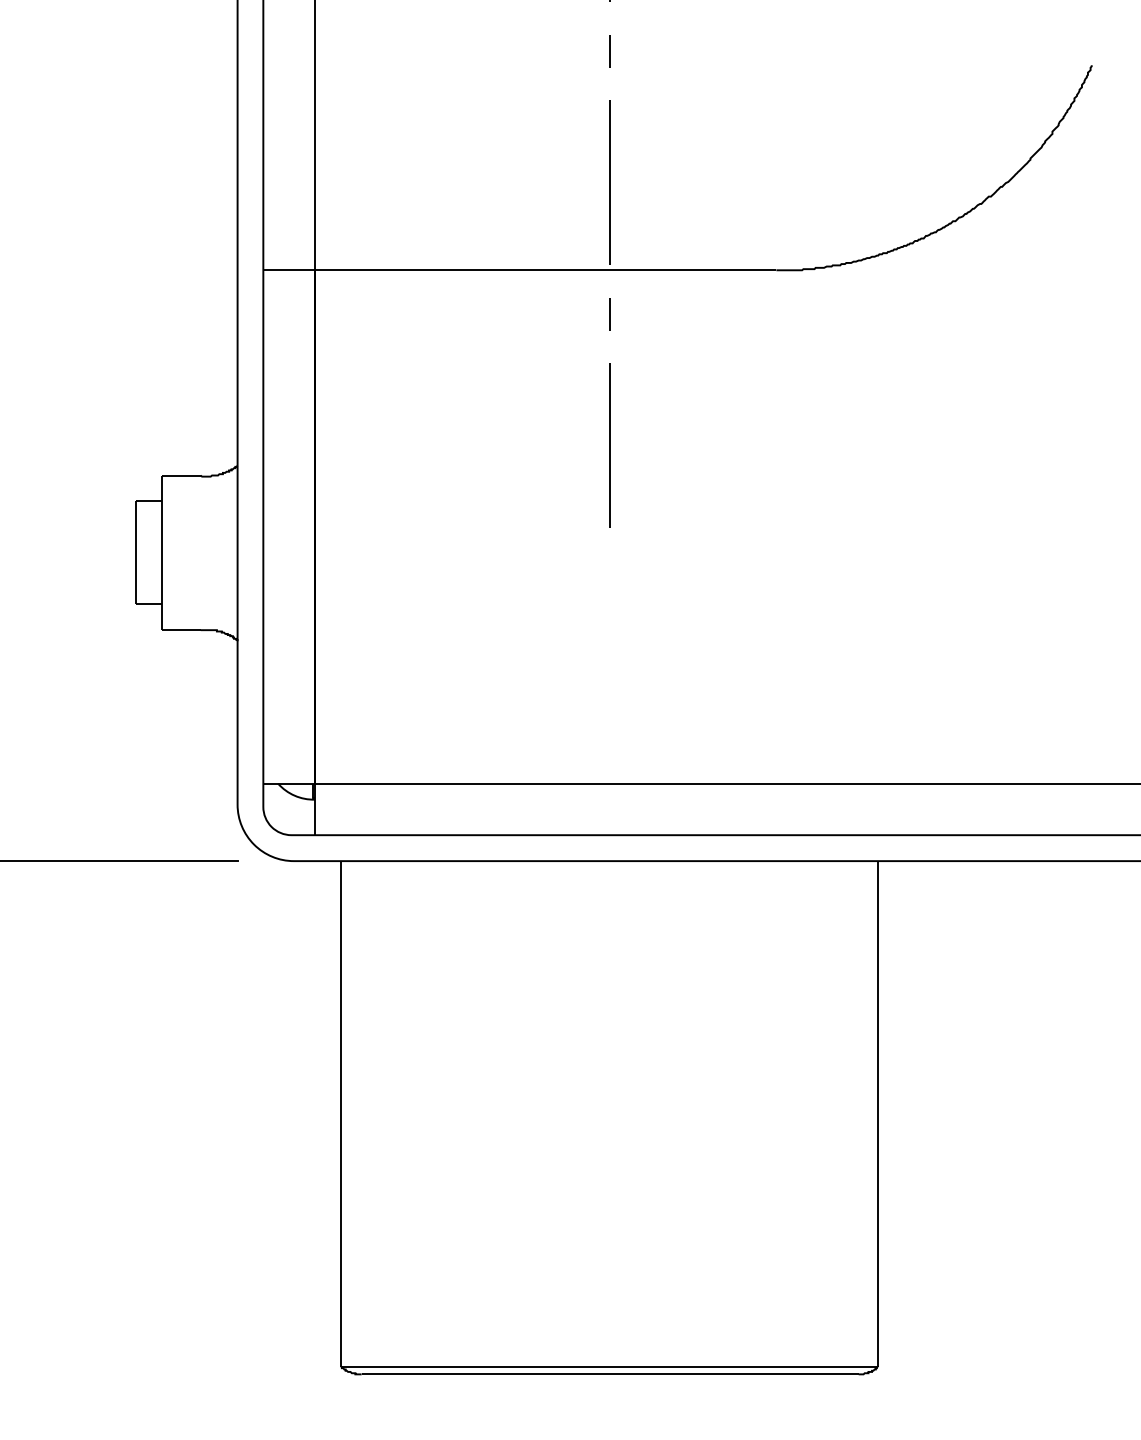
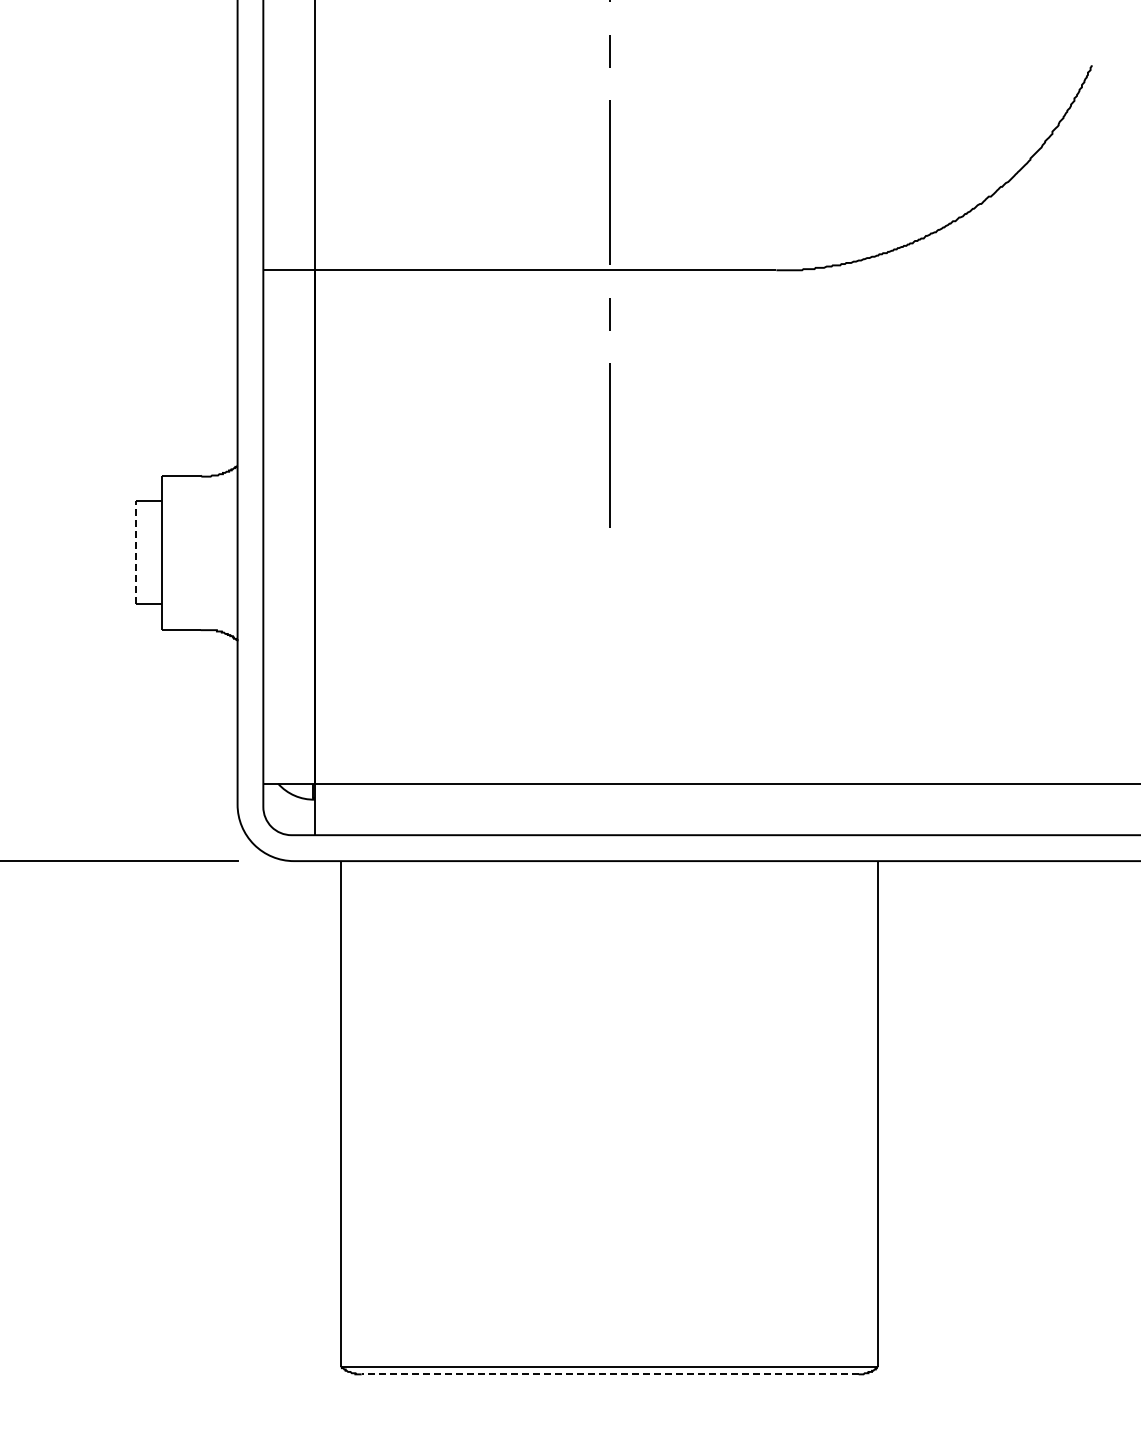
line at (135, 552): solid -> dashed
line at (610, 1374): solid -> dashed
